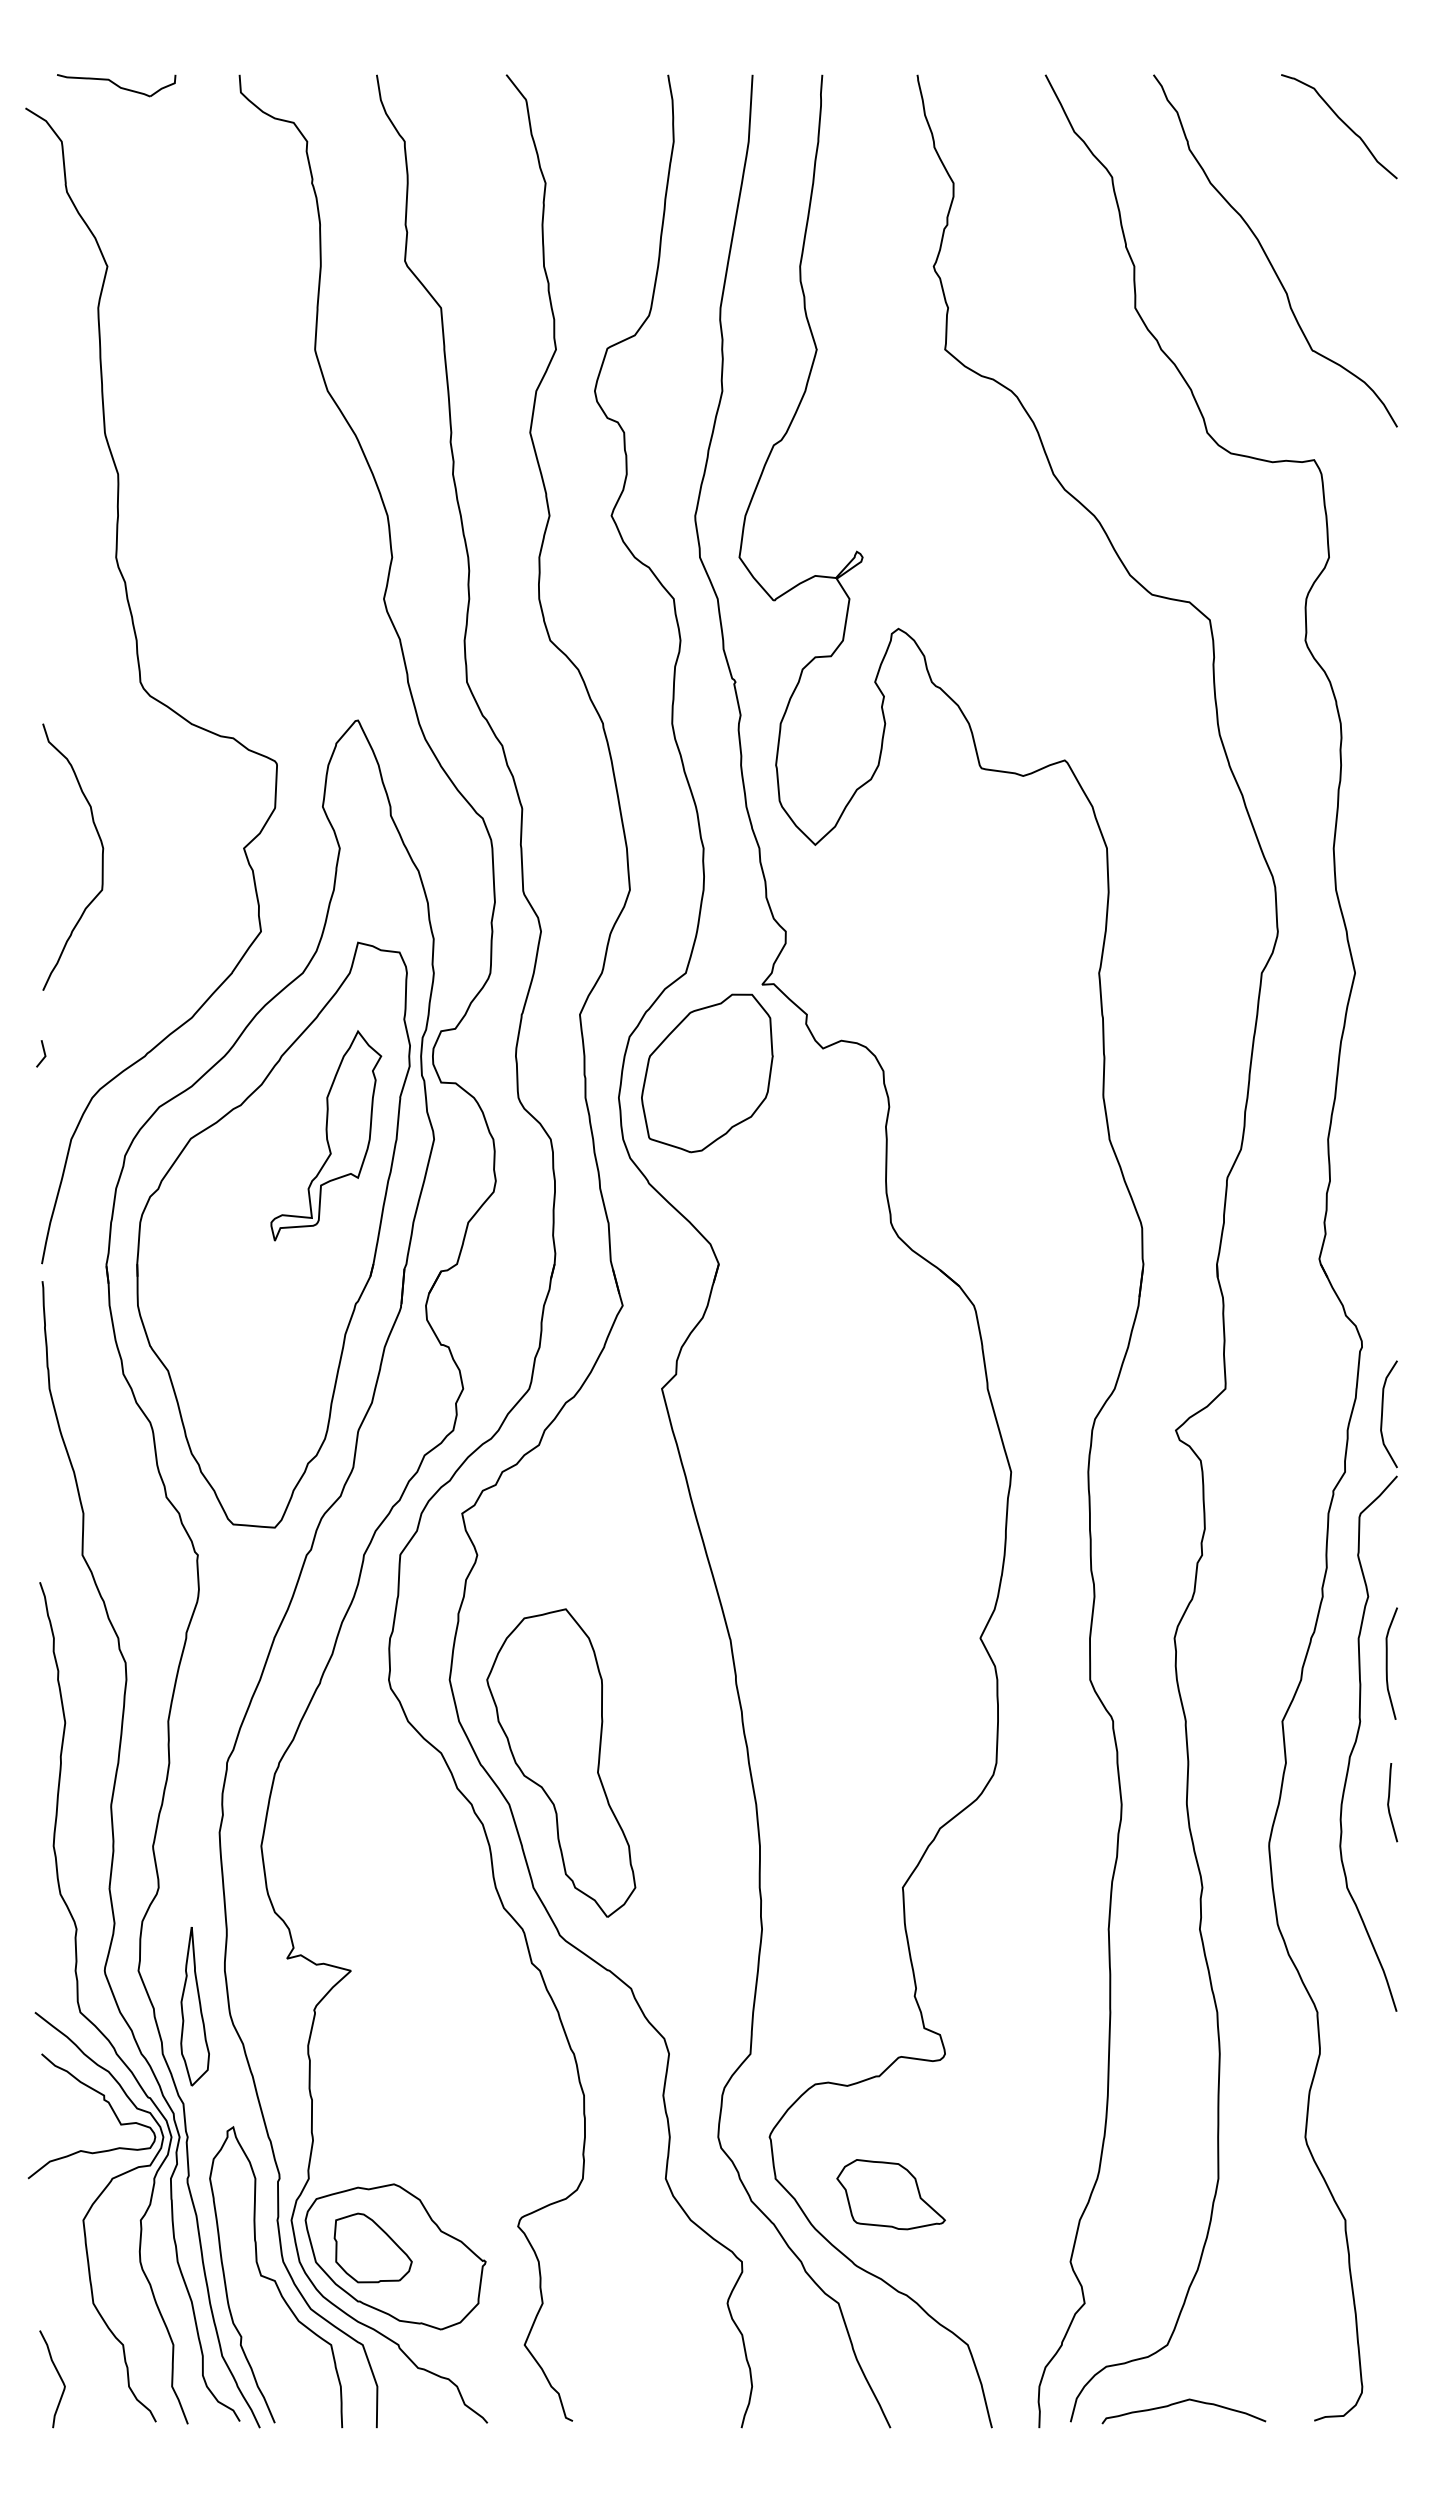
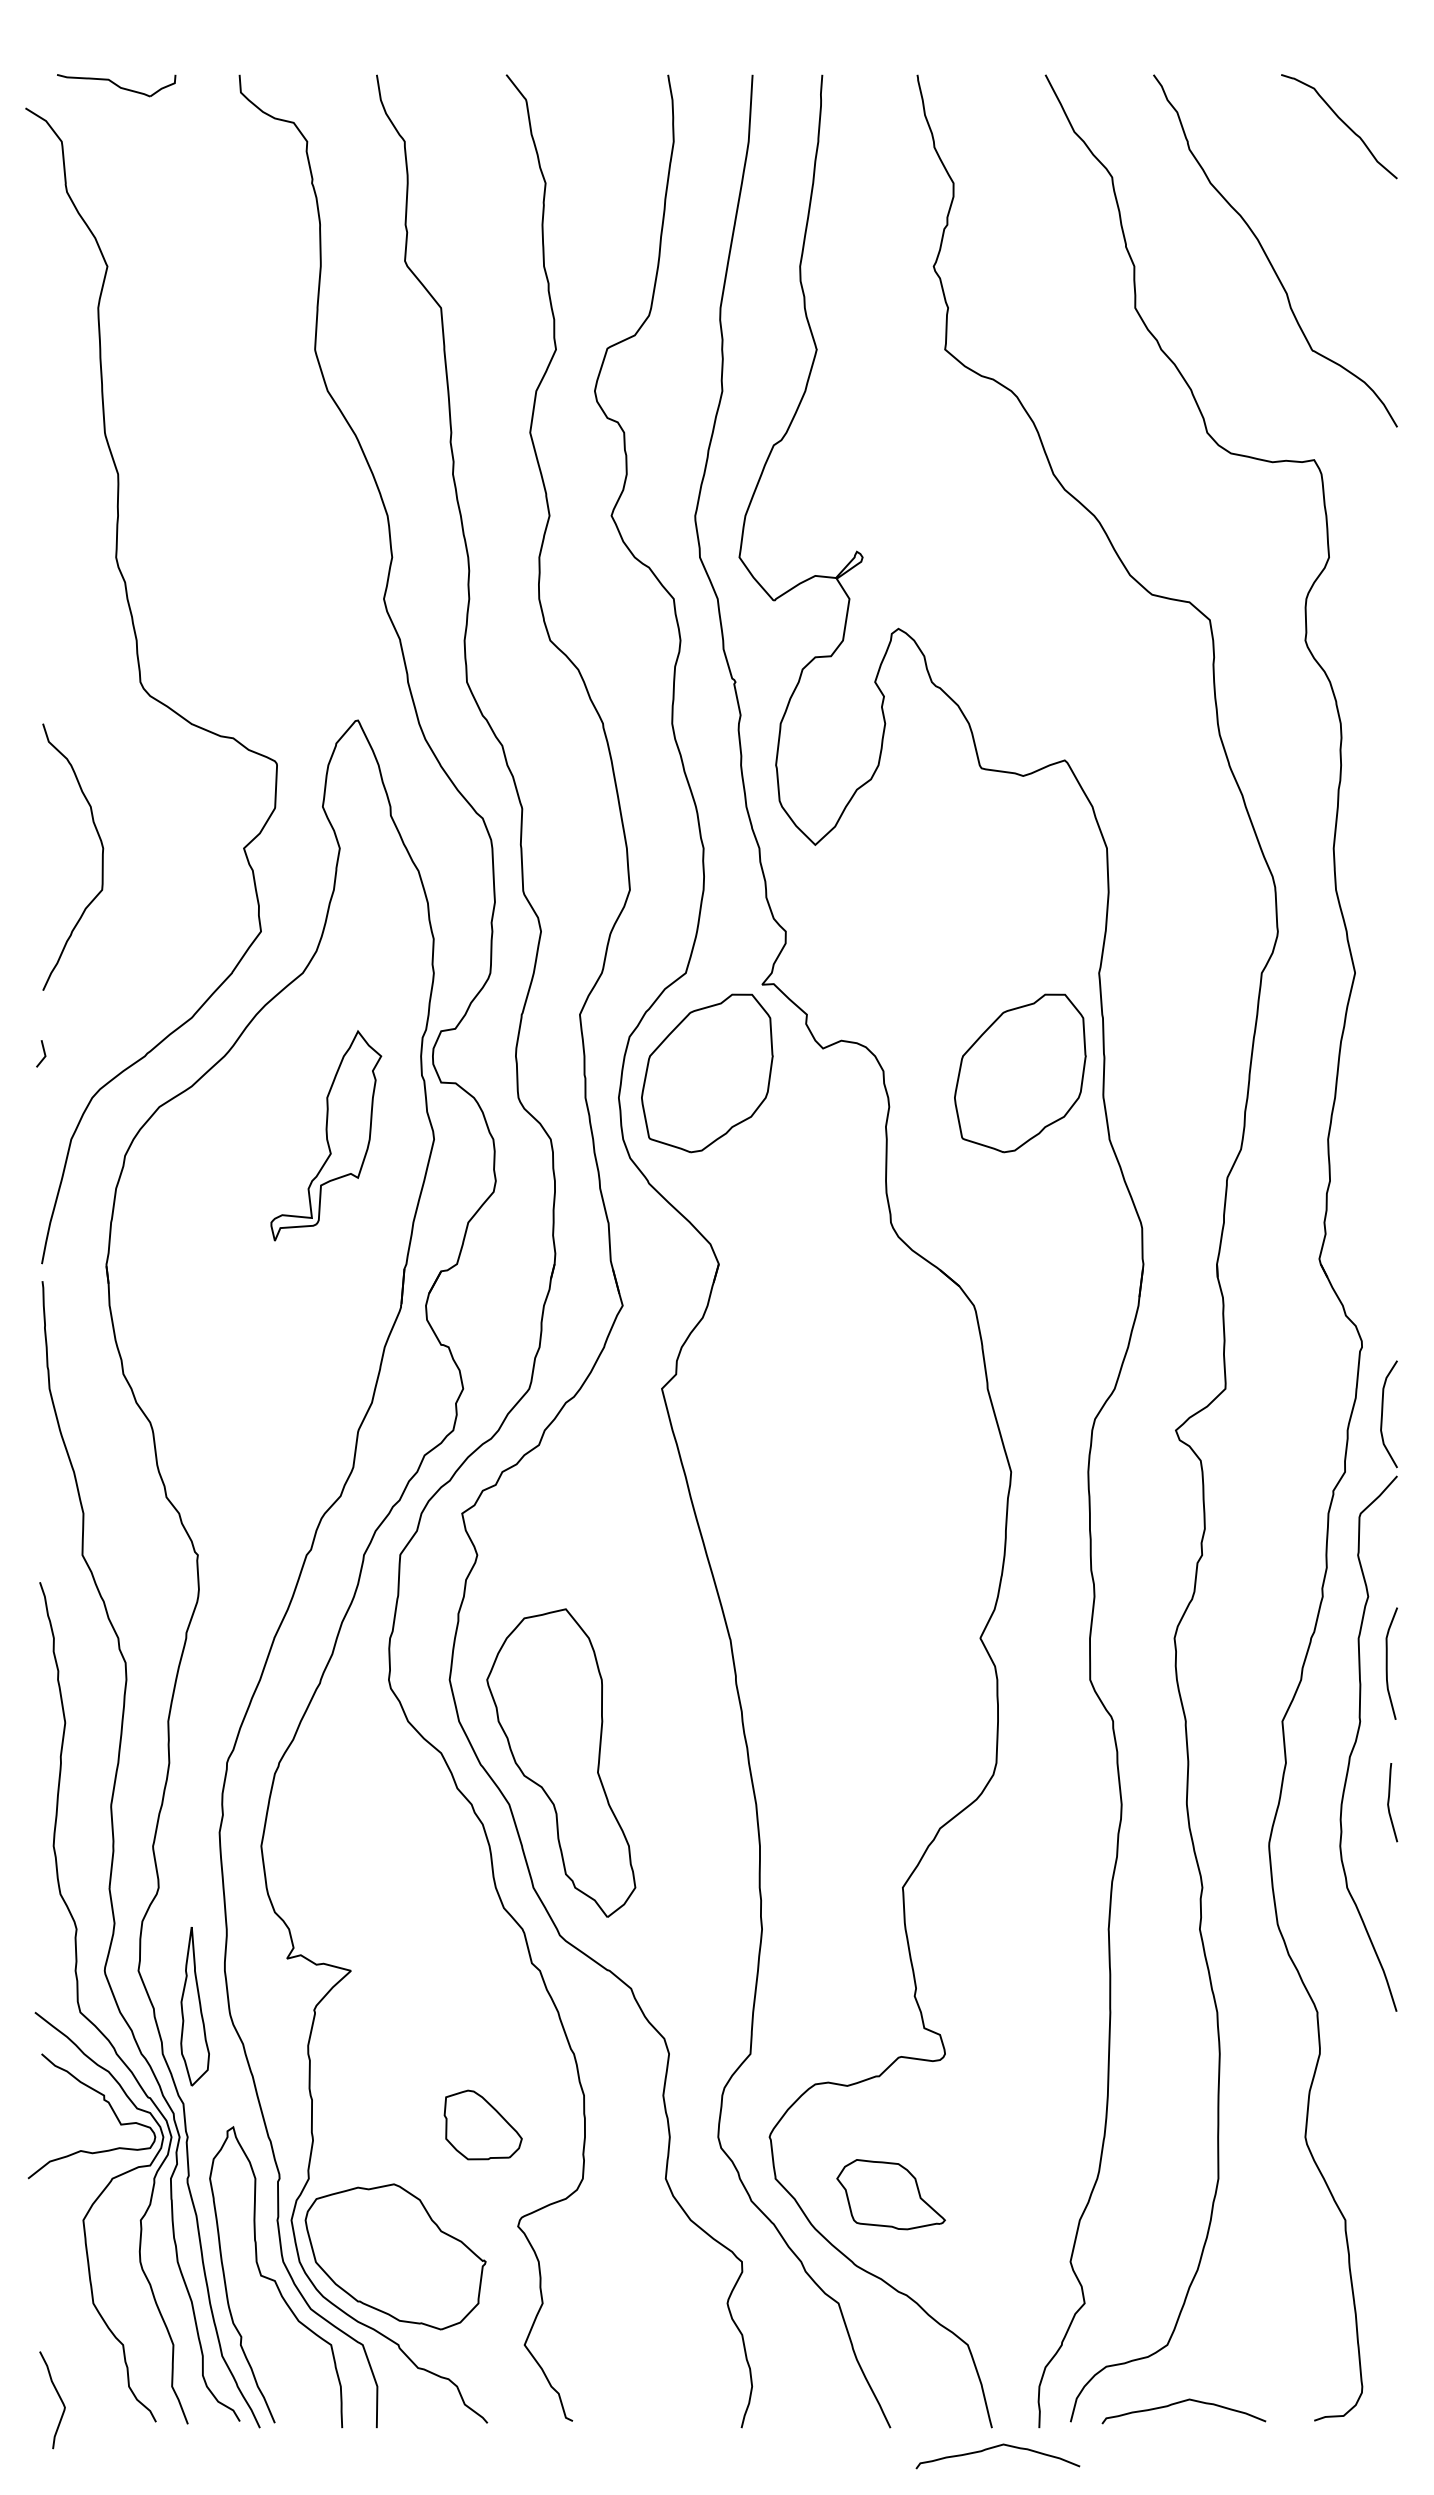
part at (1020, 1073): none -> present
part at (273, 1234): present -> none
part at (372, 2247) position: (372, 2247) -> (482, 2124)
curve at (58, 2375) position: (58, 2375) -> (58, 2396)
curve at (993, 2448): none -> present
